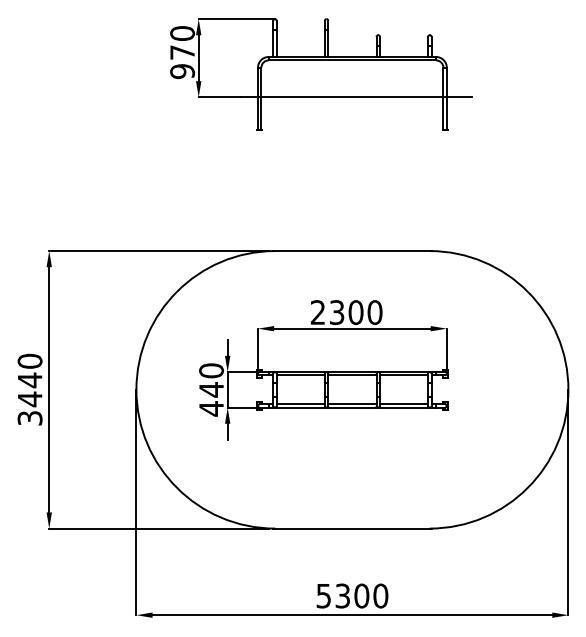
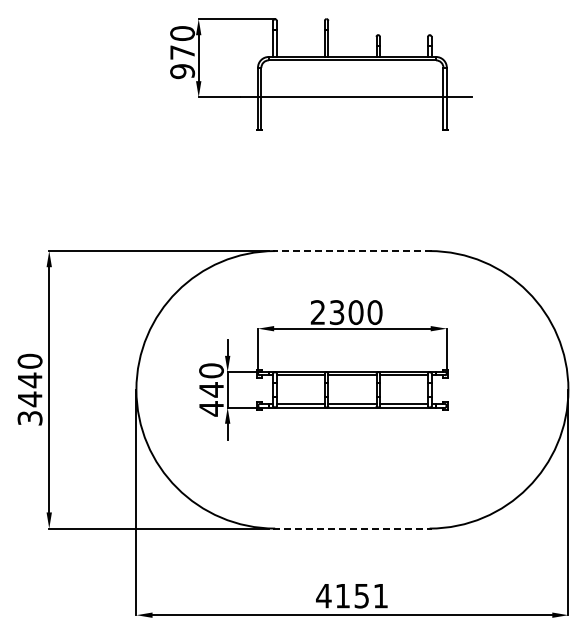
line at (352, 251): solid -> dashed
line at (352, 528): solid -> dashed
text at (352, 595): 5300 -> 4151
